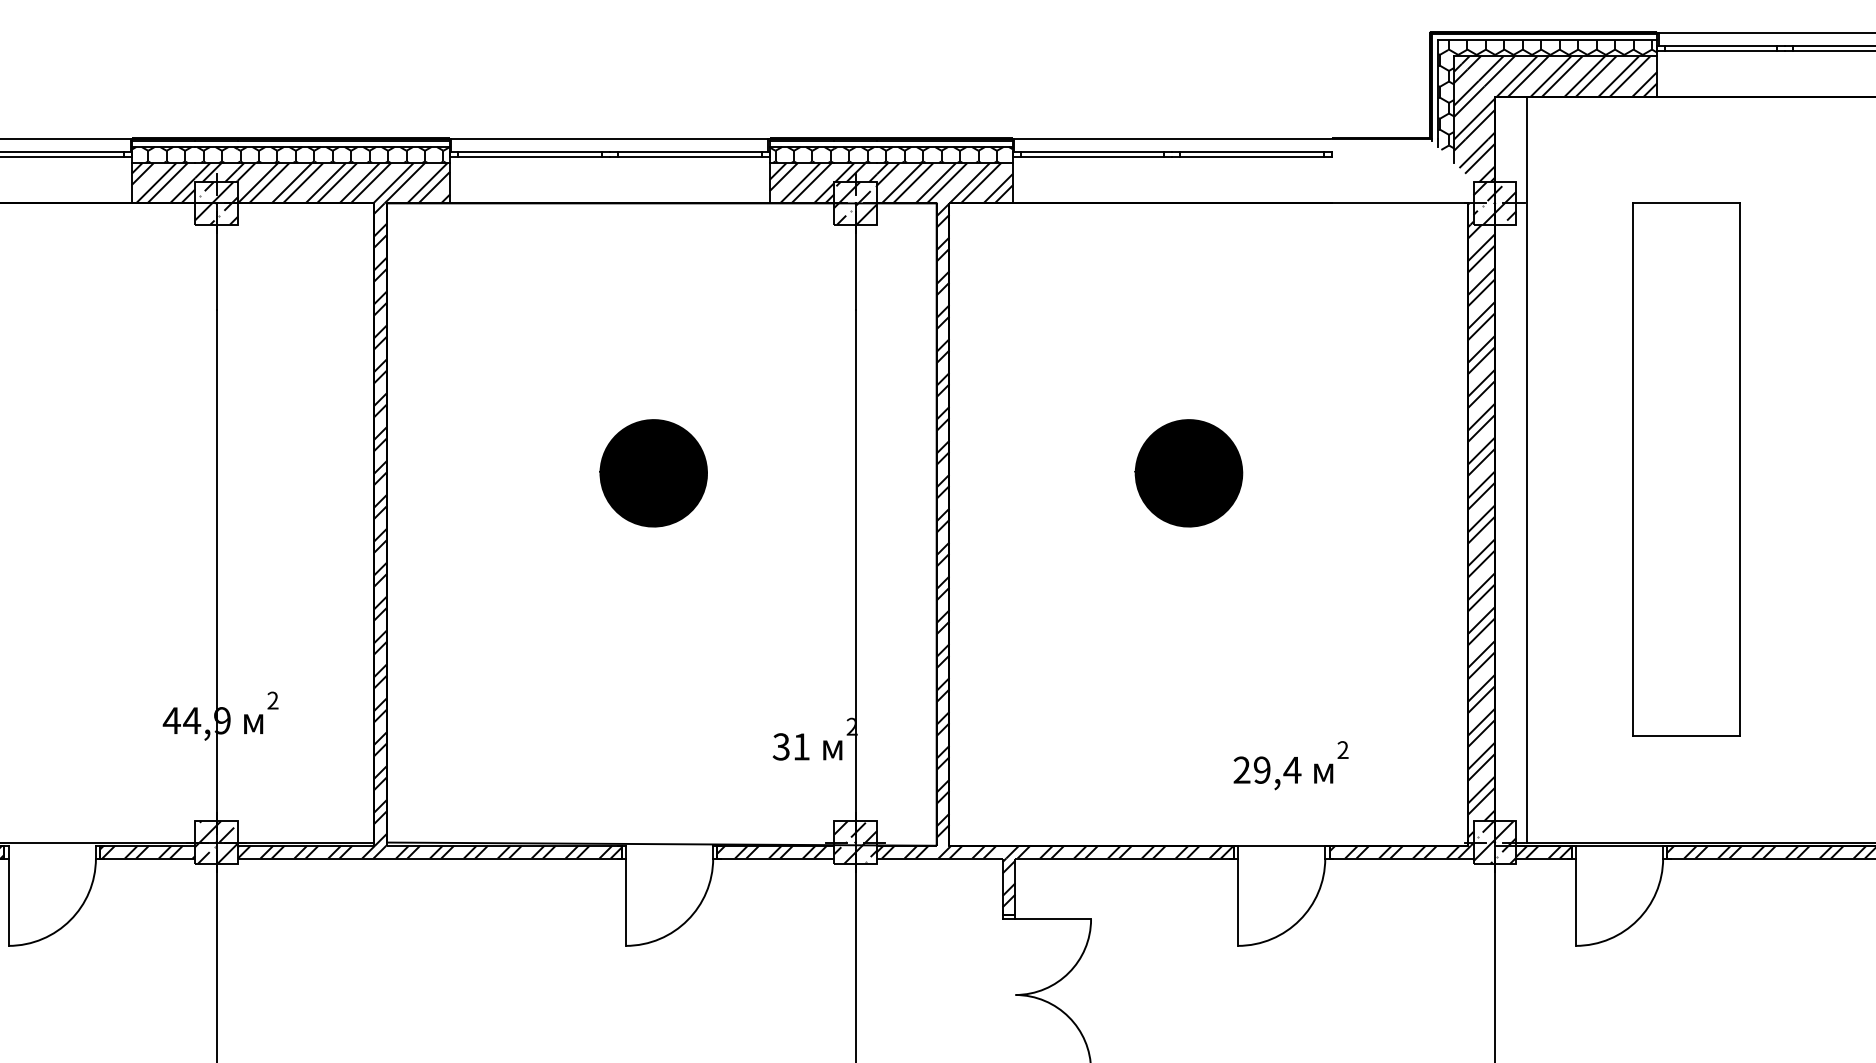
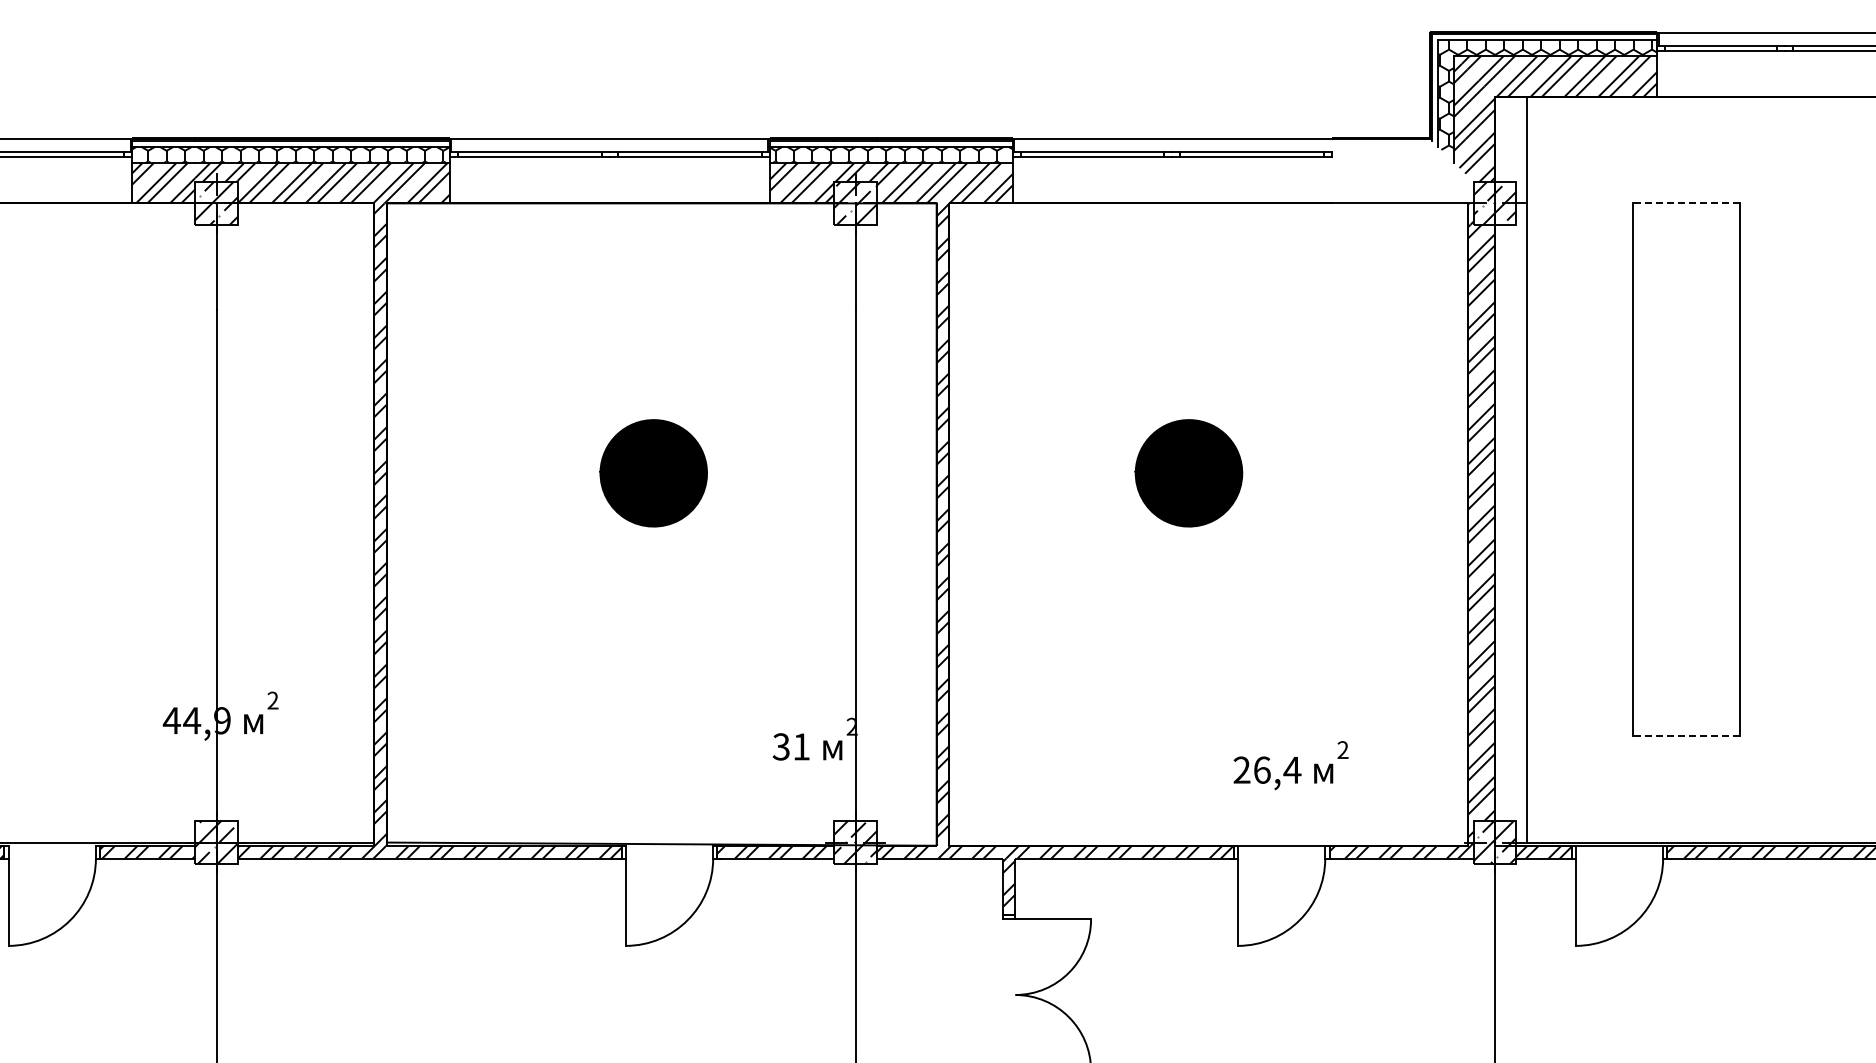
line at (1686, 203): solid -> dashed
line at (1686, 736): solid -> dashed
text at (1261, 769): 29,4 -> 26,4
